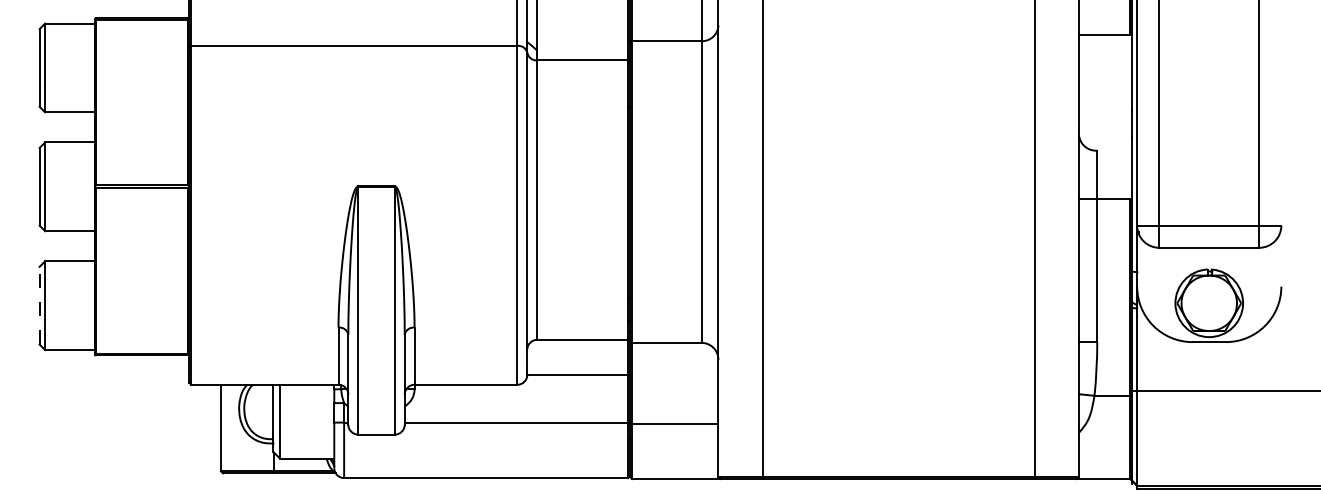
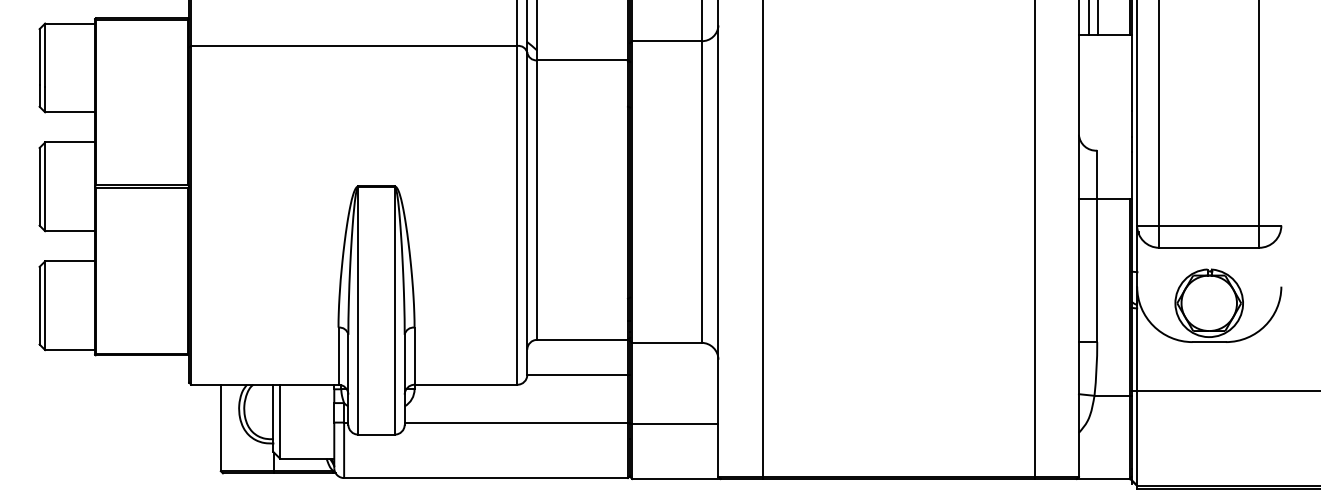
line at (1089, 18): none -> present
line at (1097, 18): none -> present
line at (39, 305): dashed -> solid
